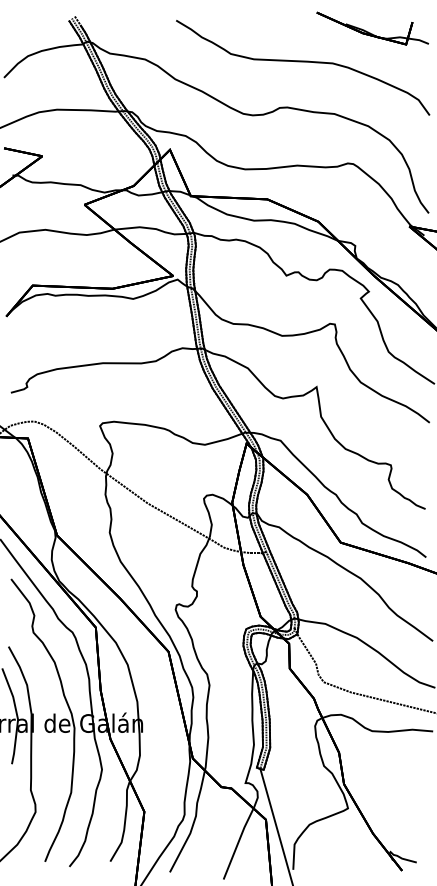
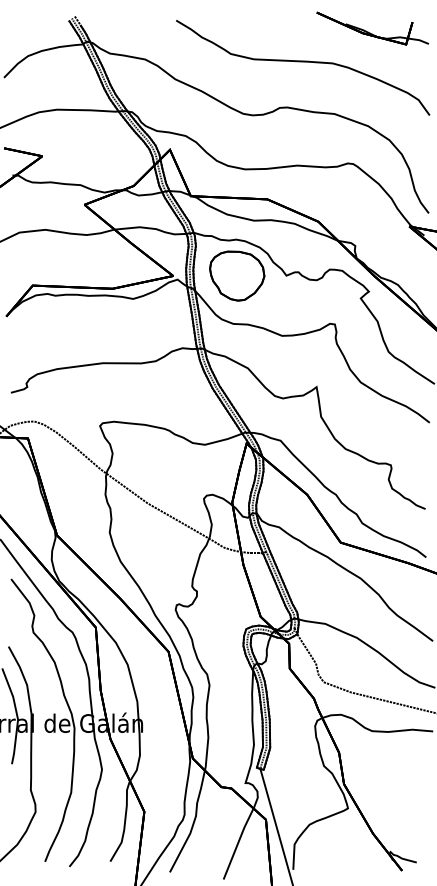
part at (237, 275): none -> present
